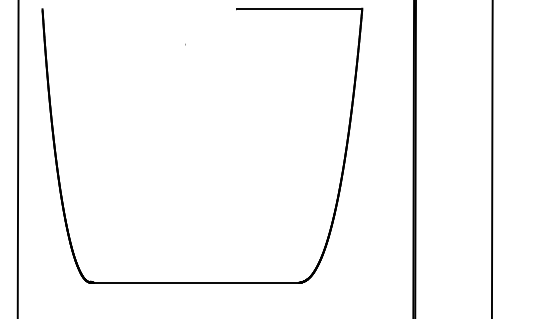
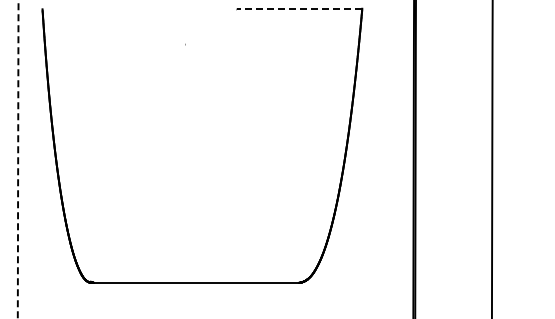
line at (299, 9): solid -> dashed
arc at (18, 159): solid -> dashed
